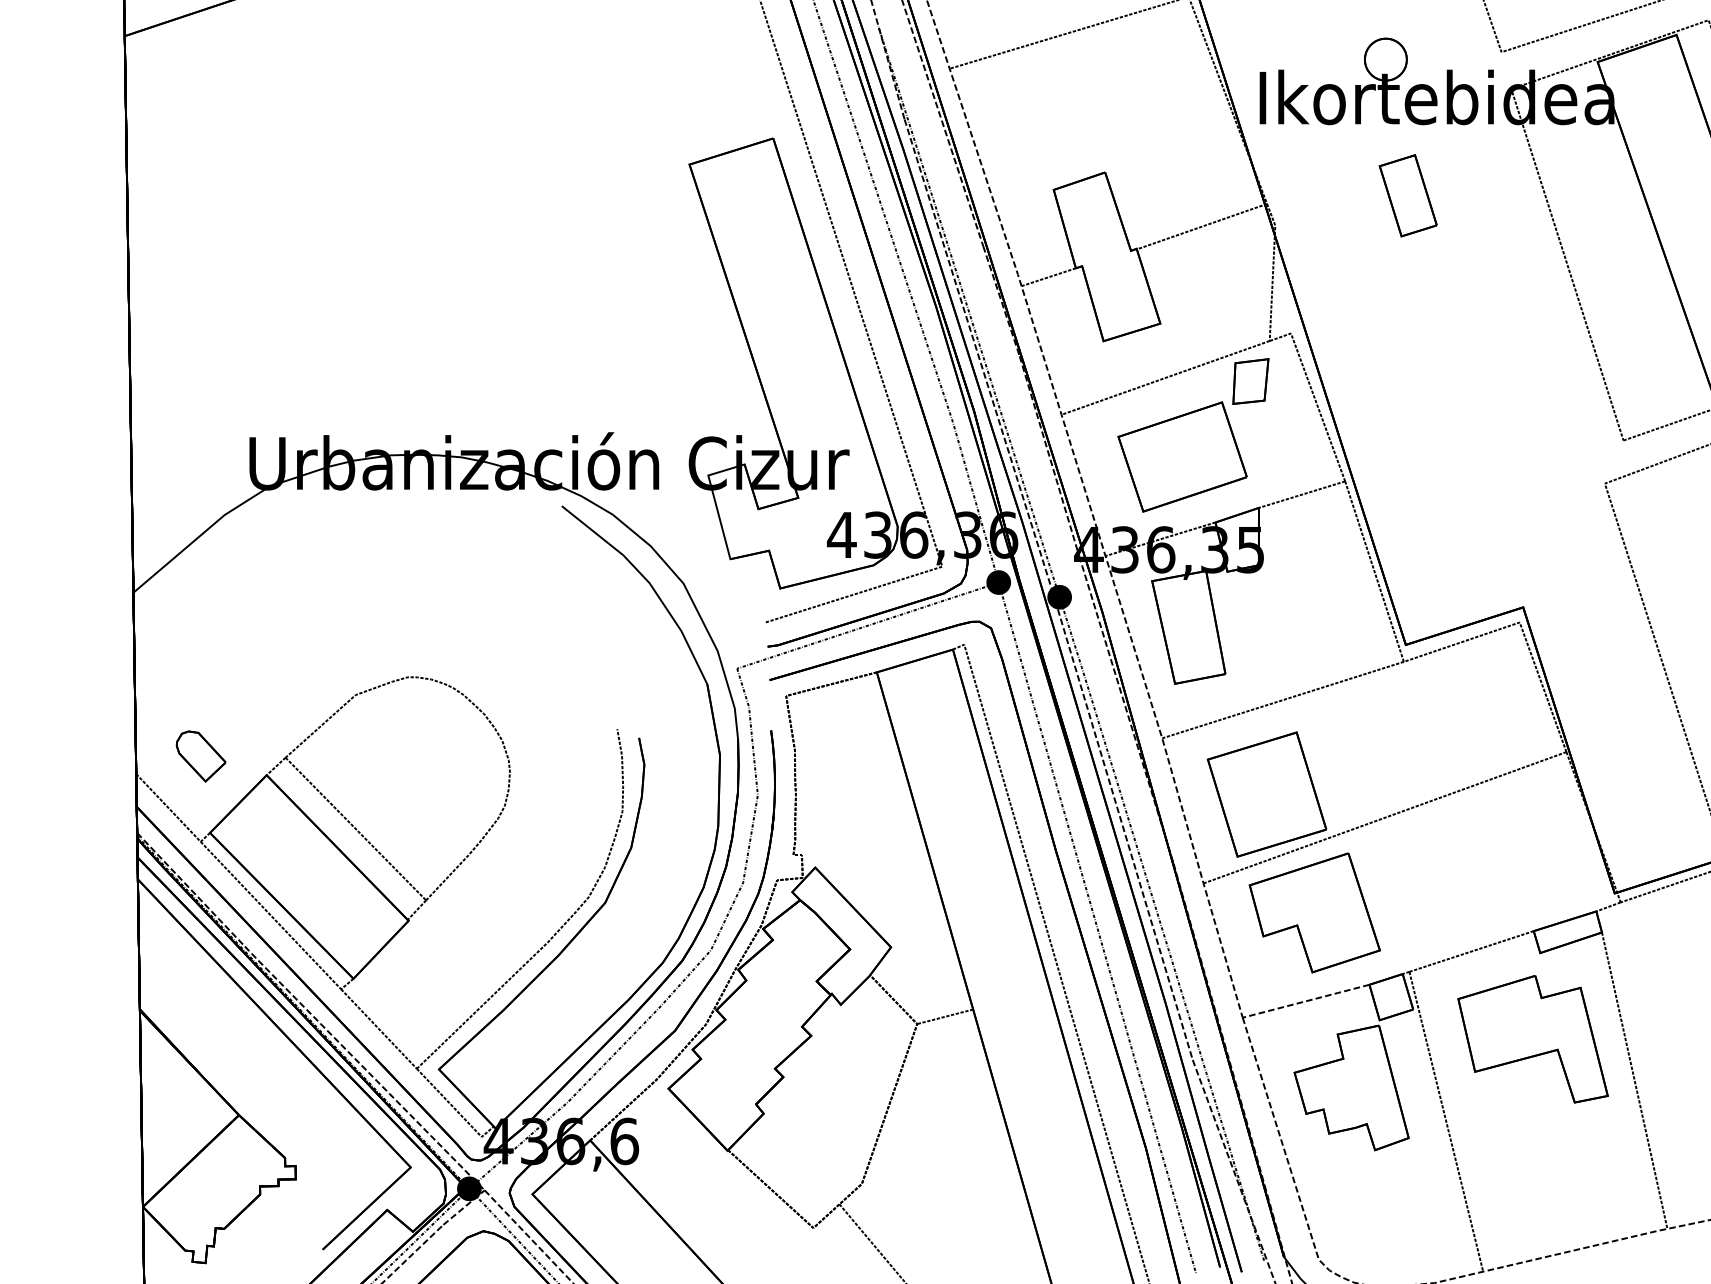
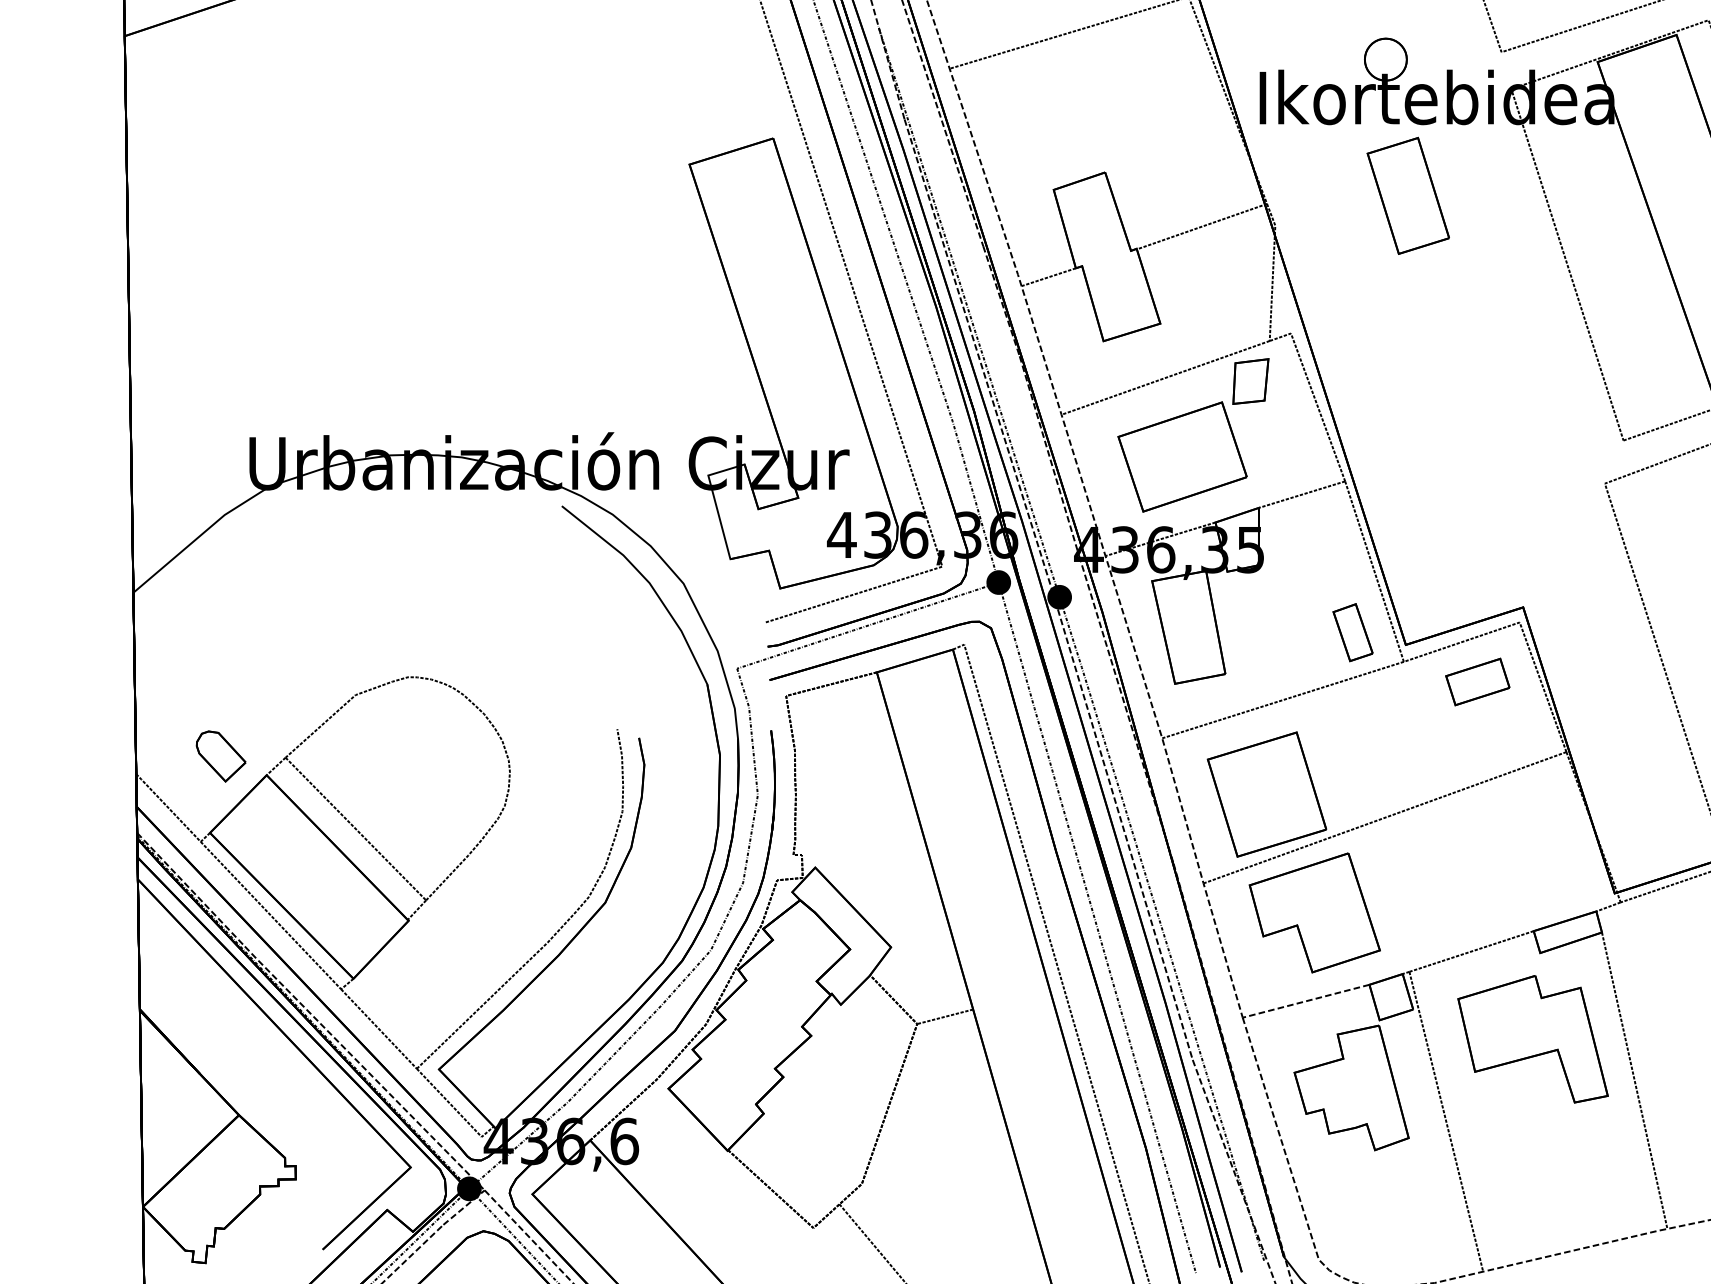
part at (1407, 195) size: 60x84 px -> 84x119 px
part at (1352, 632): none -> present
part at (1477, 681): none -> present
part at (200, 756) position: (200, 756) -> (220, 756)
